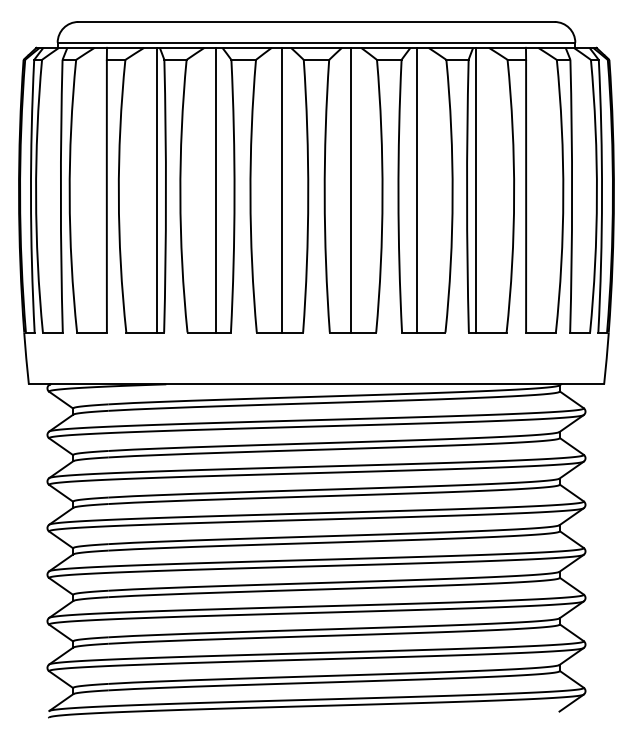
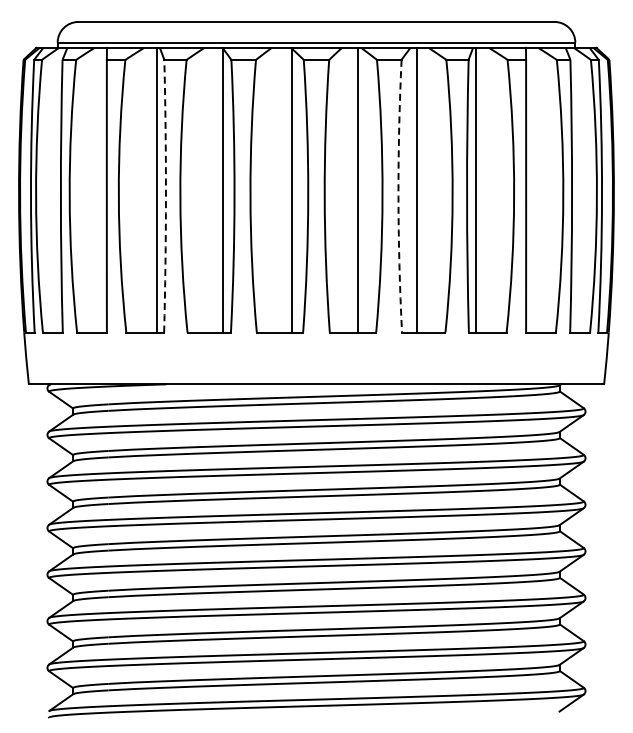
line at (216, 189) position: (216, 189) -> (223, 189)
line at (282, 189) position: (282, 189) -> (292, 189)
line at (350, 189) position: (350, 189) -> (357, 189)
arc at (165, 196): solid -> dashed
arc at (398, 196): solid -> dashed
